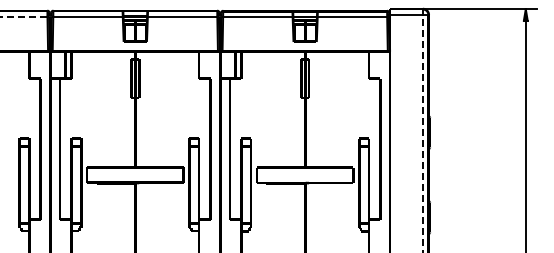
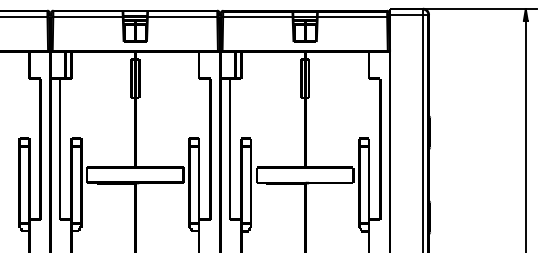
line at (23, 16): dashed -> solid
line at (422, 133): dashed -> solid
